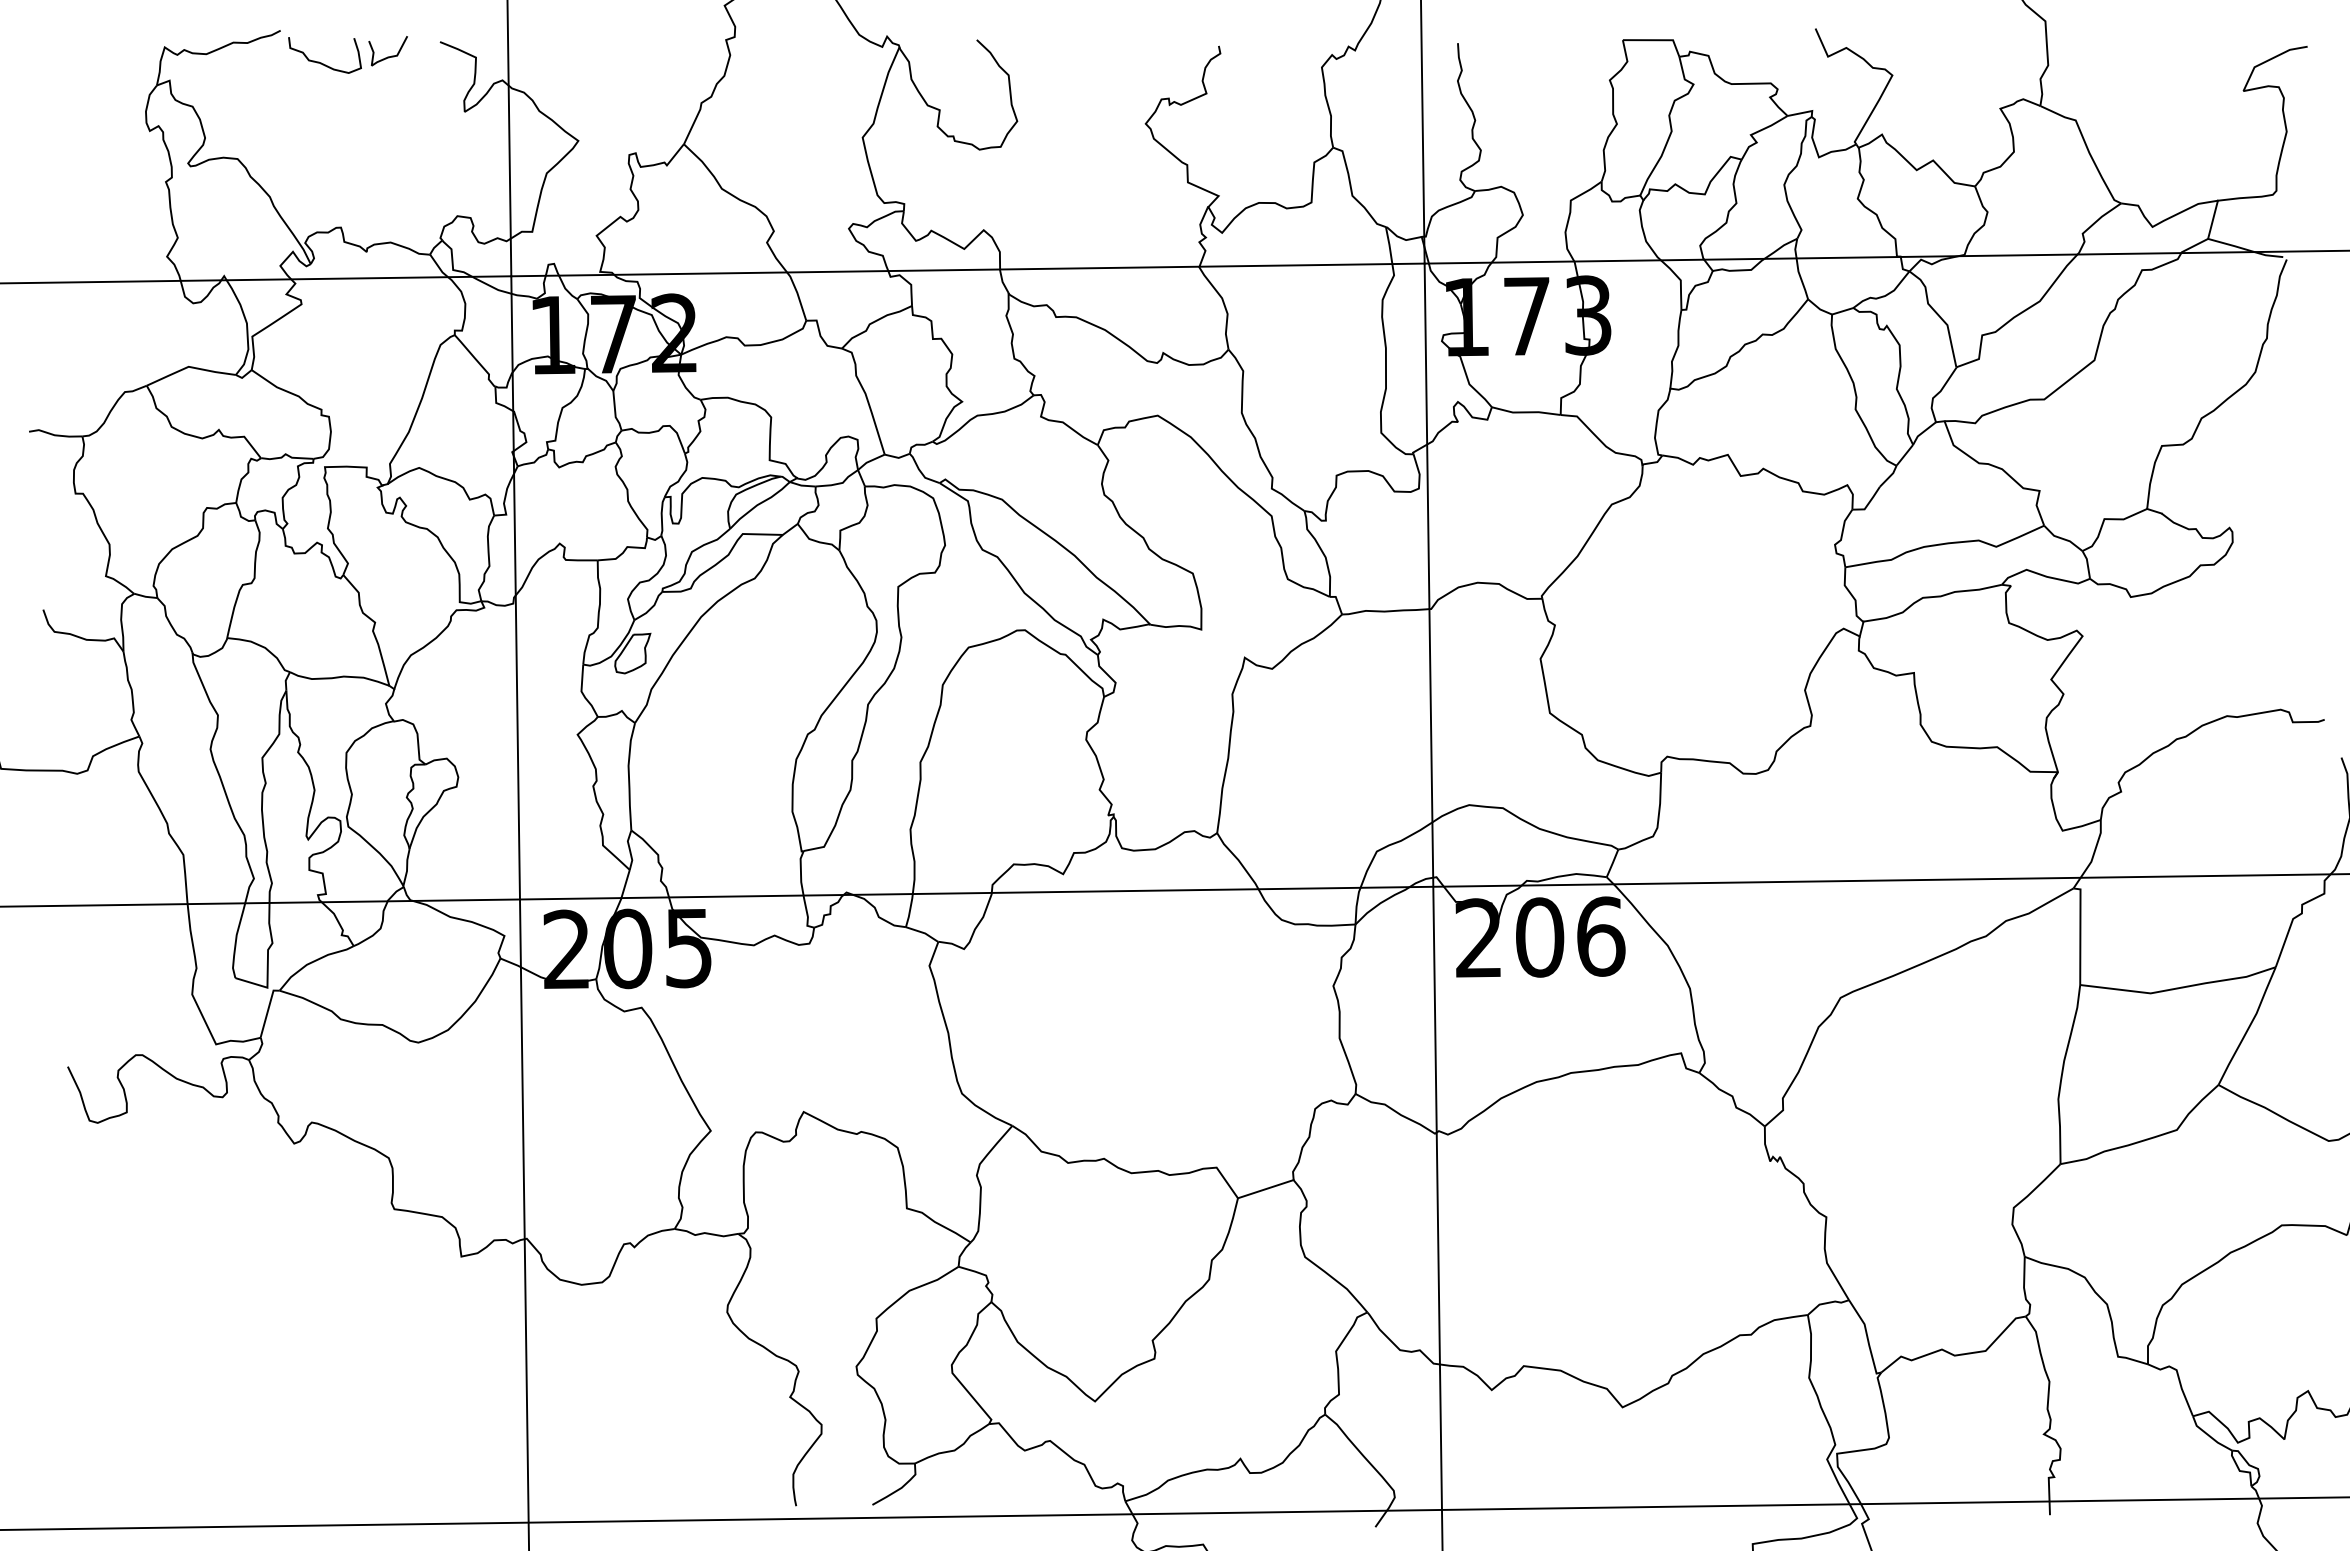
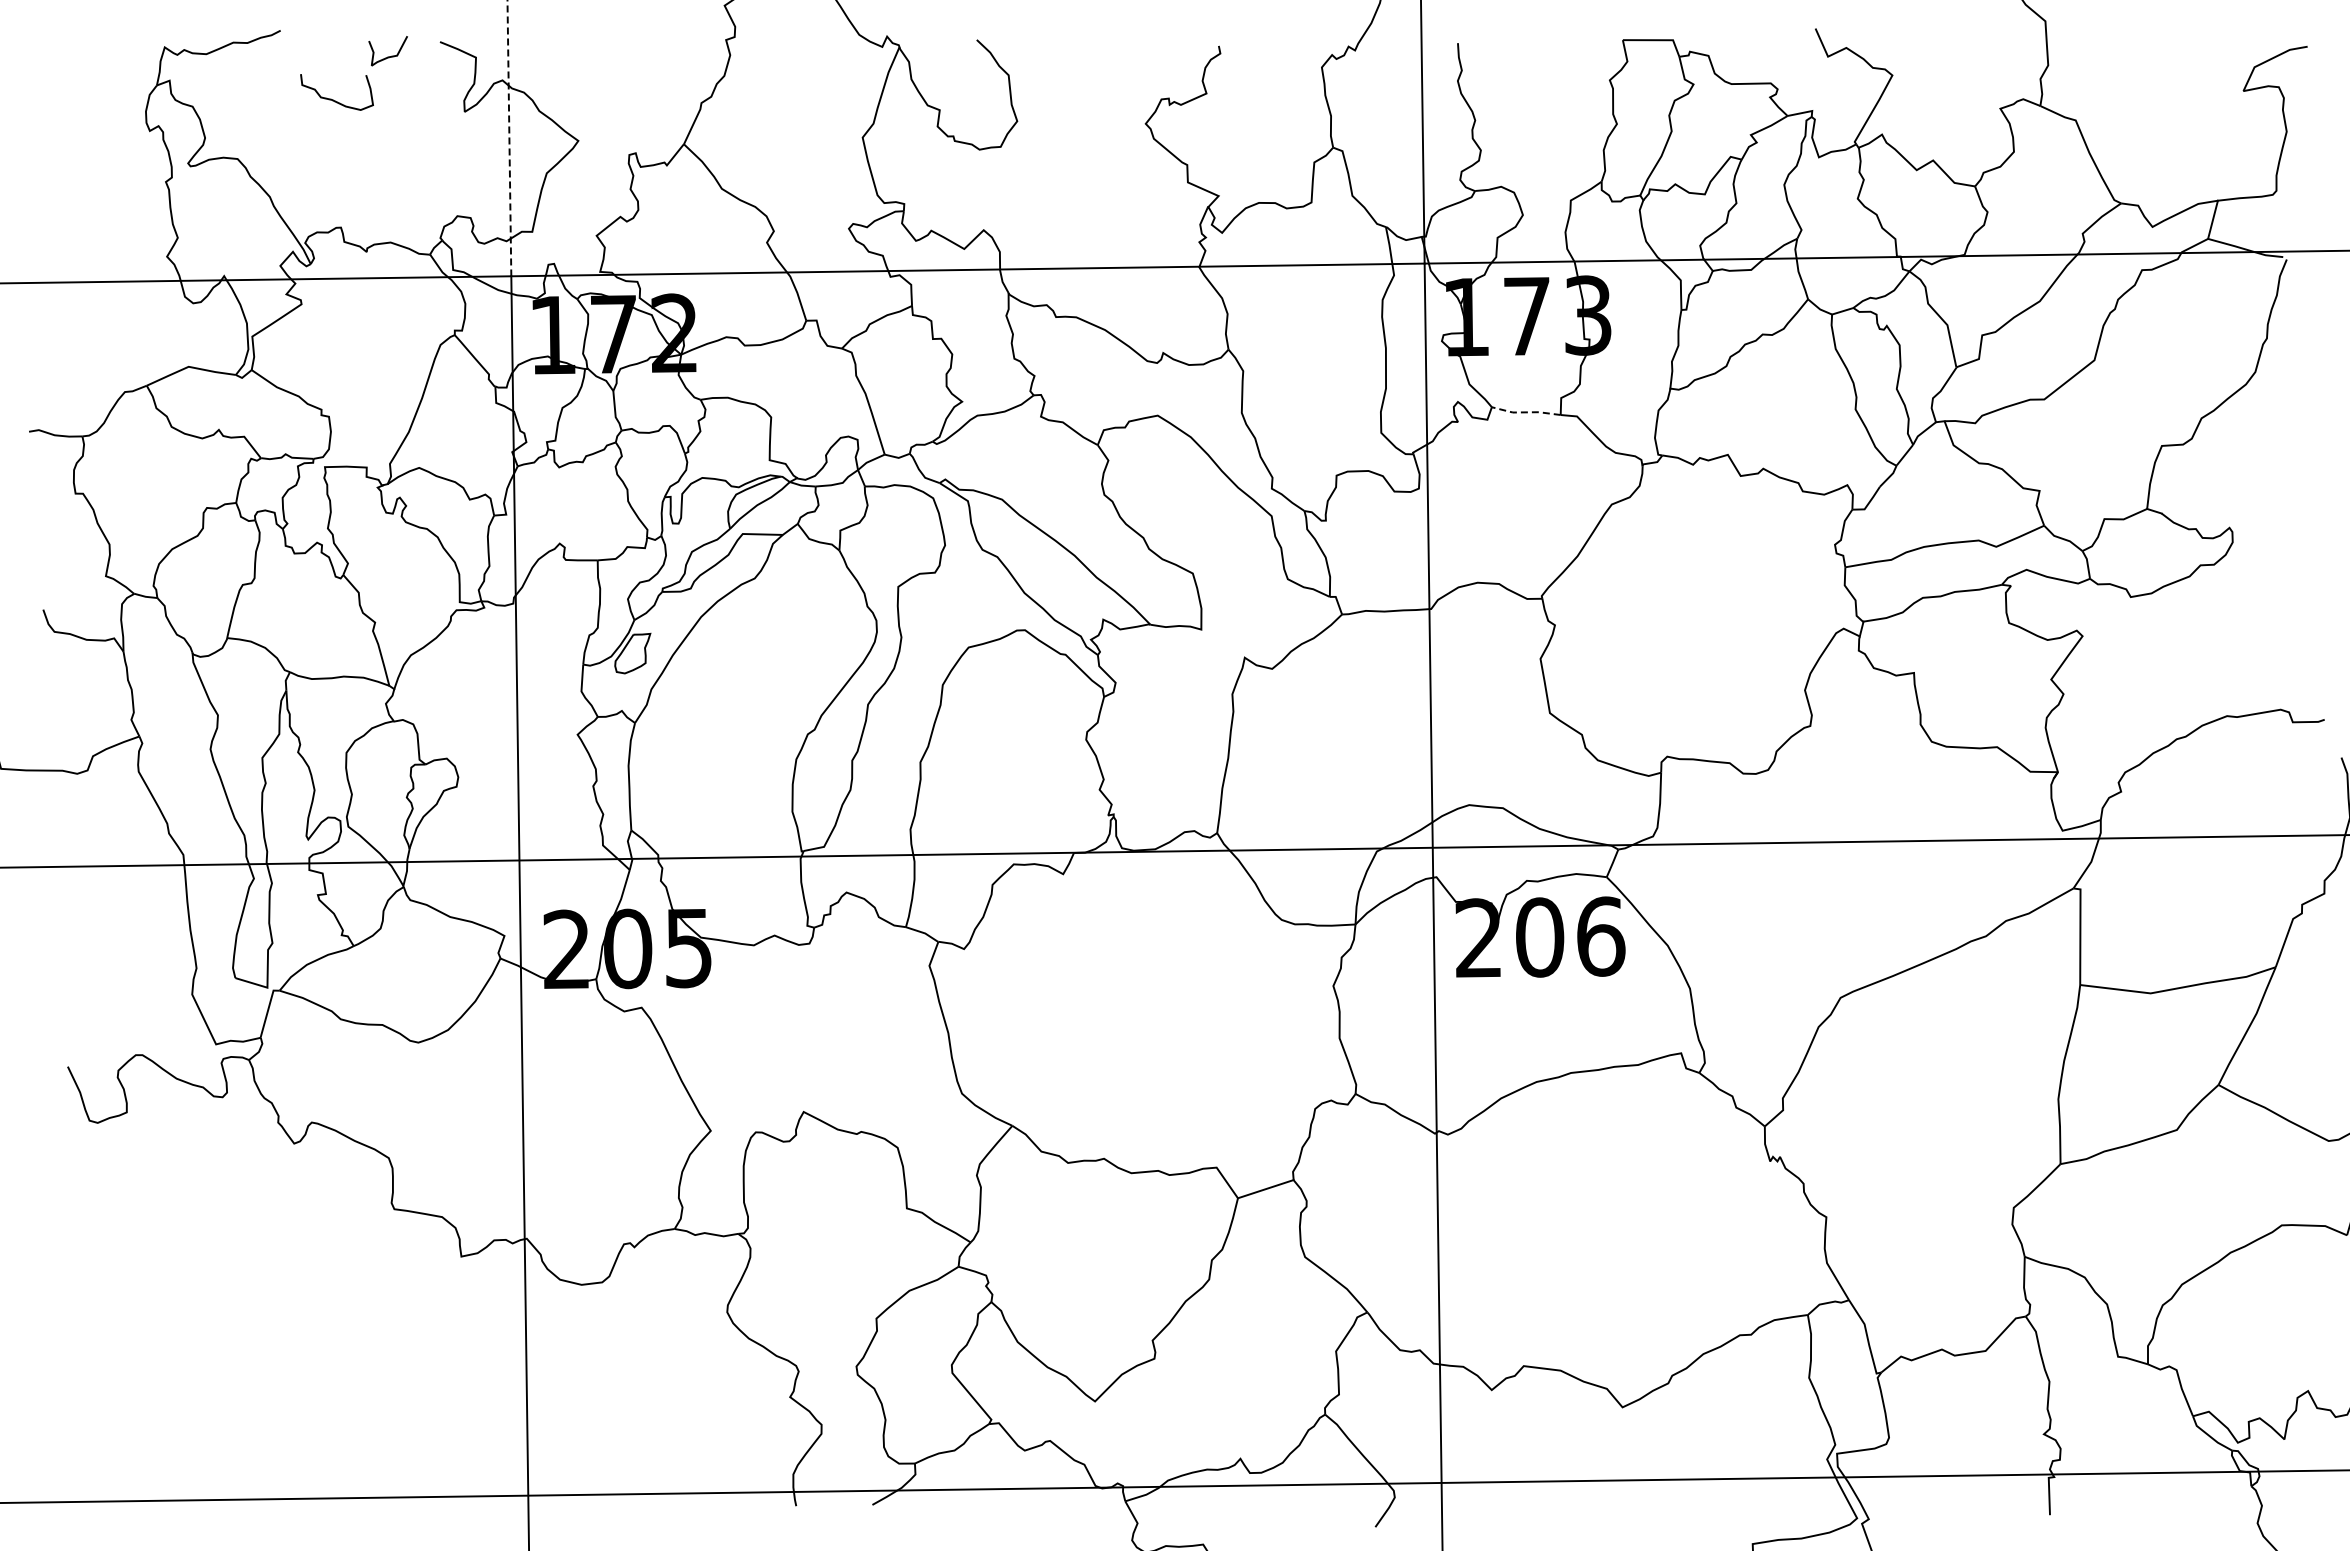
curve at (321, 62) position: (321, 62) -> (333, 99)
line at (509, 138): solid -> dashed
line at (1525, 412): solid -> dashed
line at (1174, 890) position: (1174, 890) -> (1174, 851)
line at (1174, 1513) position: (1174, 1513) -> (1174, 1486)
